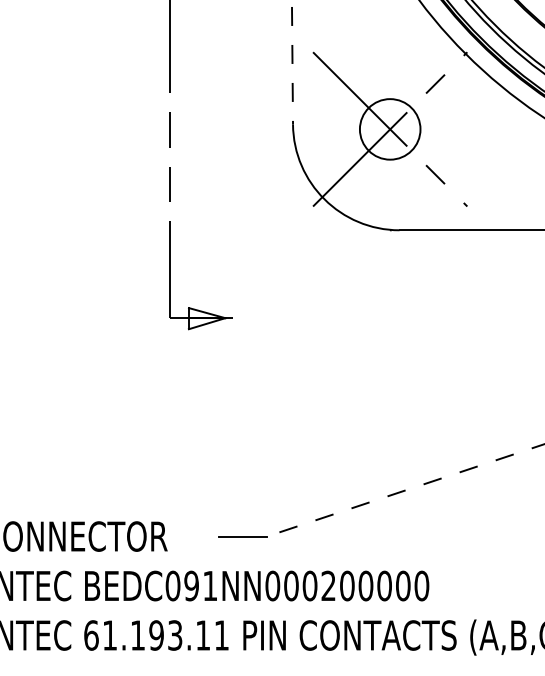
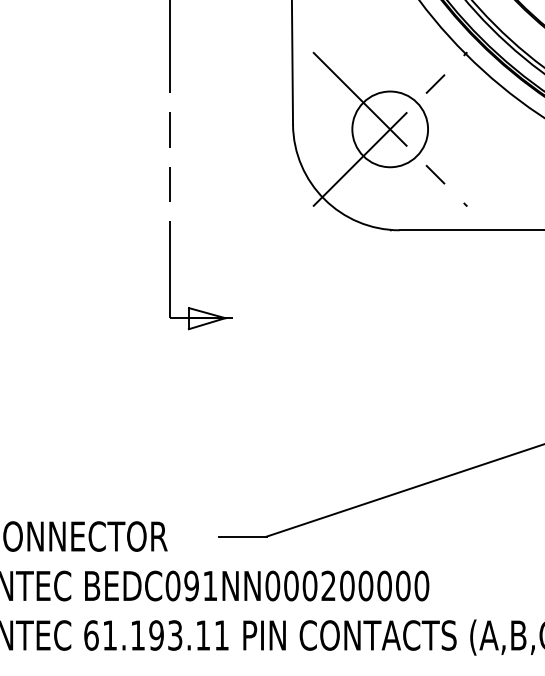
line at (292, 62): dashed -> solid
circle at (389, 129) diameter: 61 px -> 76 px
line at (405, 490): dashed -> solid
